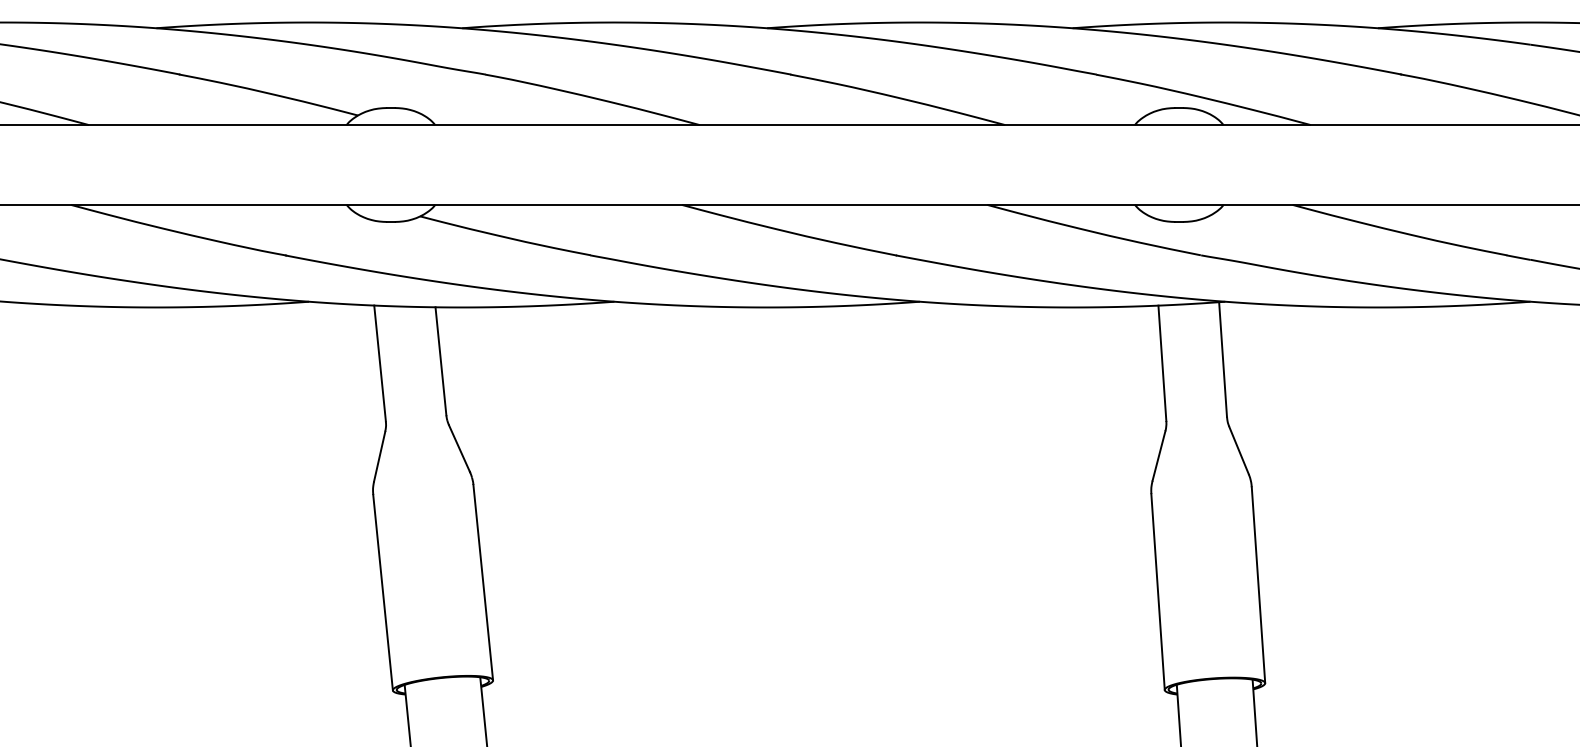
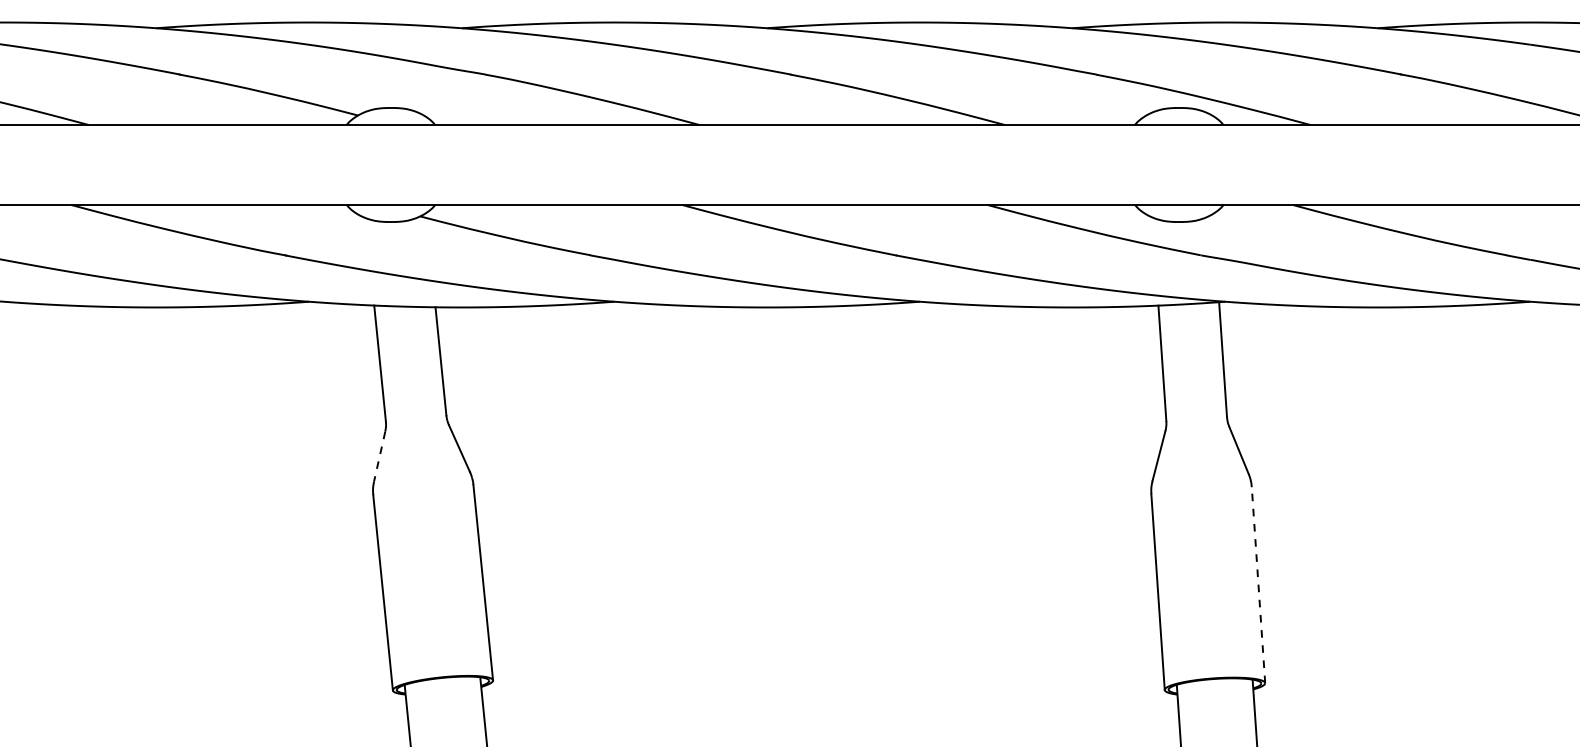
line at (379, 456): solid -> dashed
line at (1258, 584): solid -> dashed
